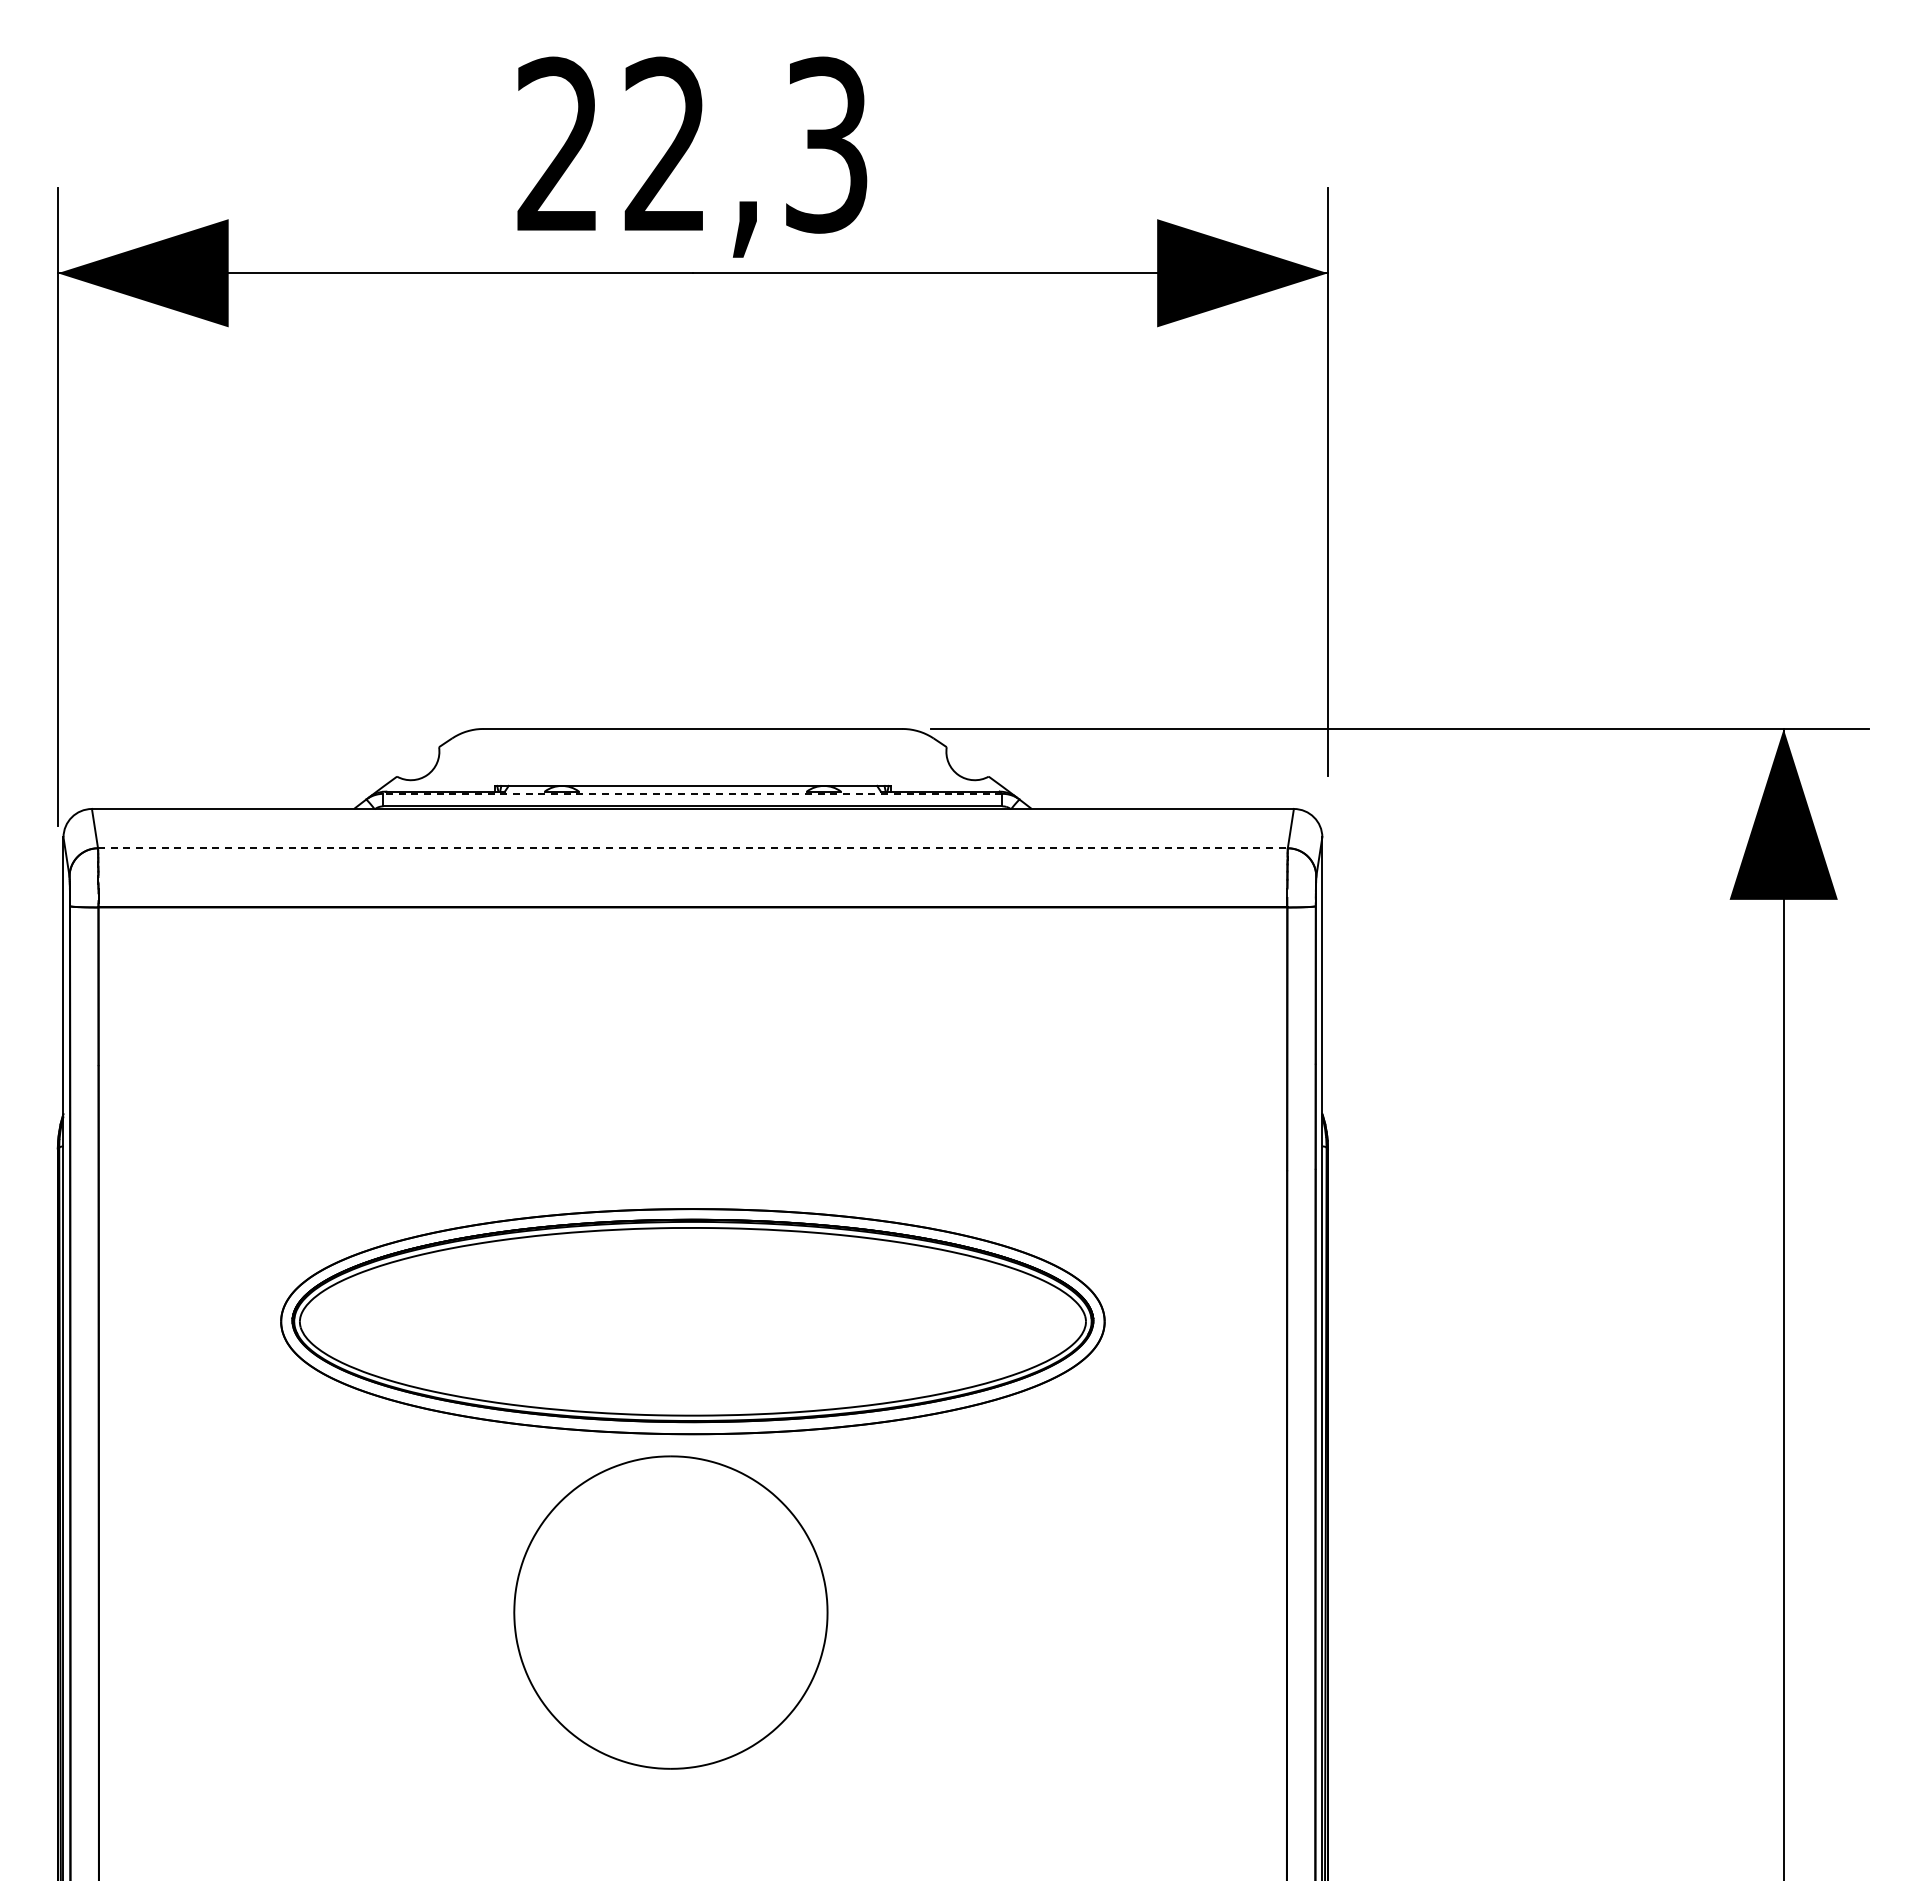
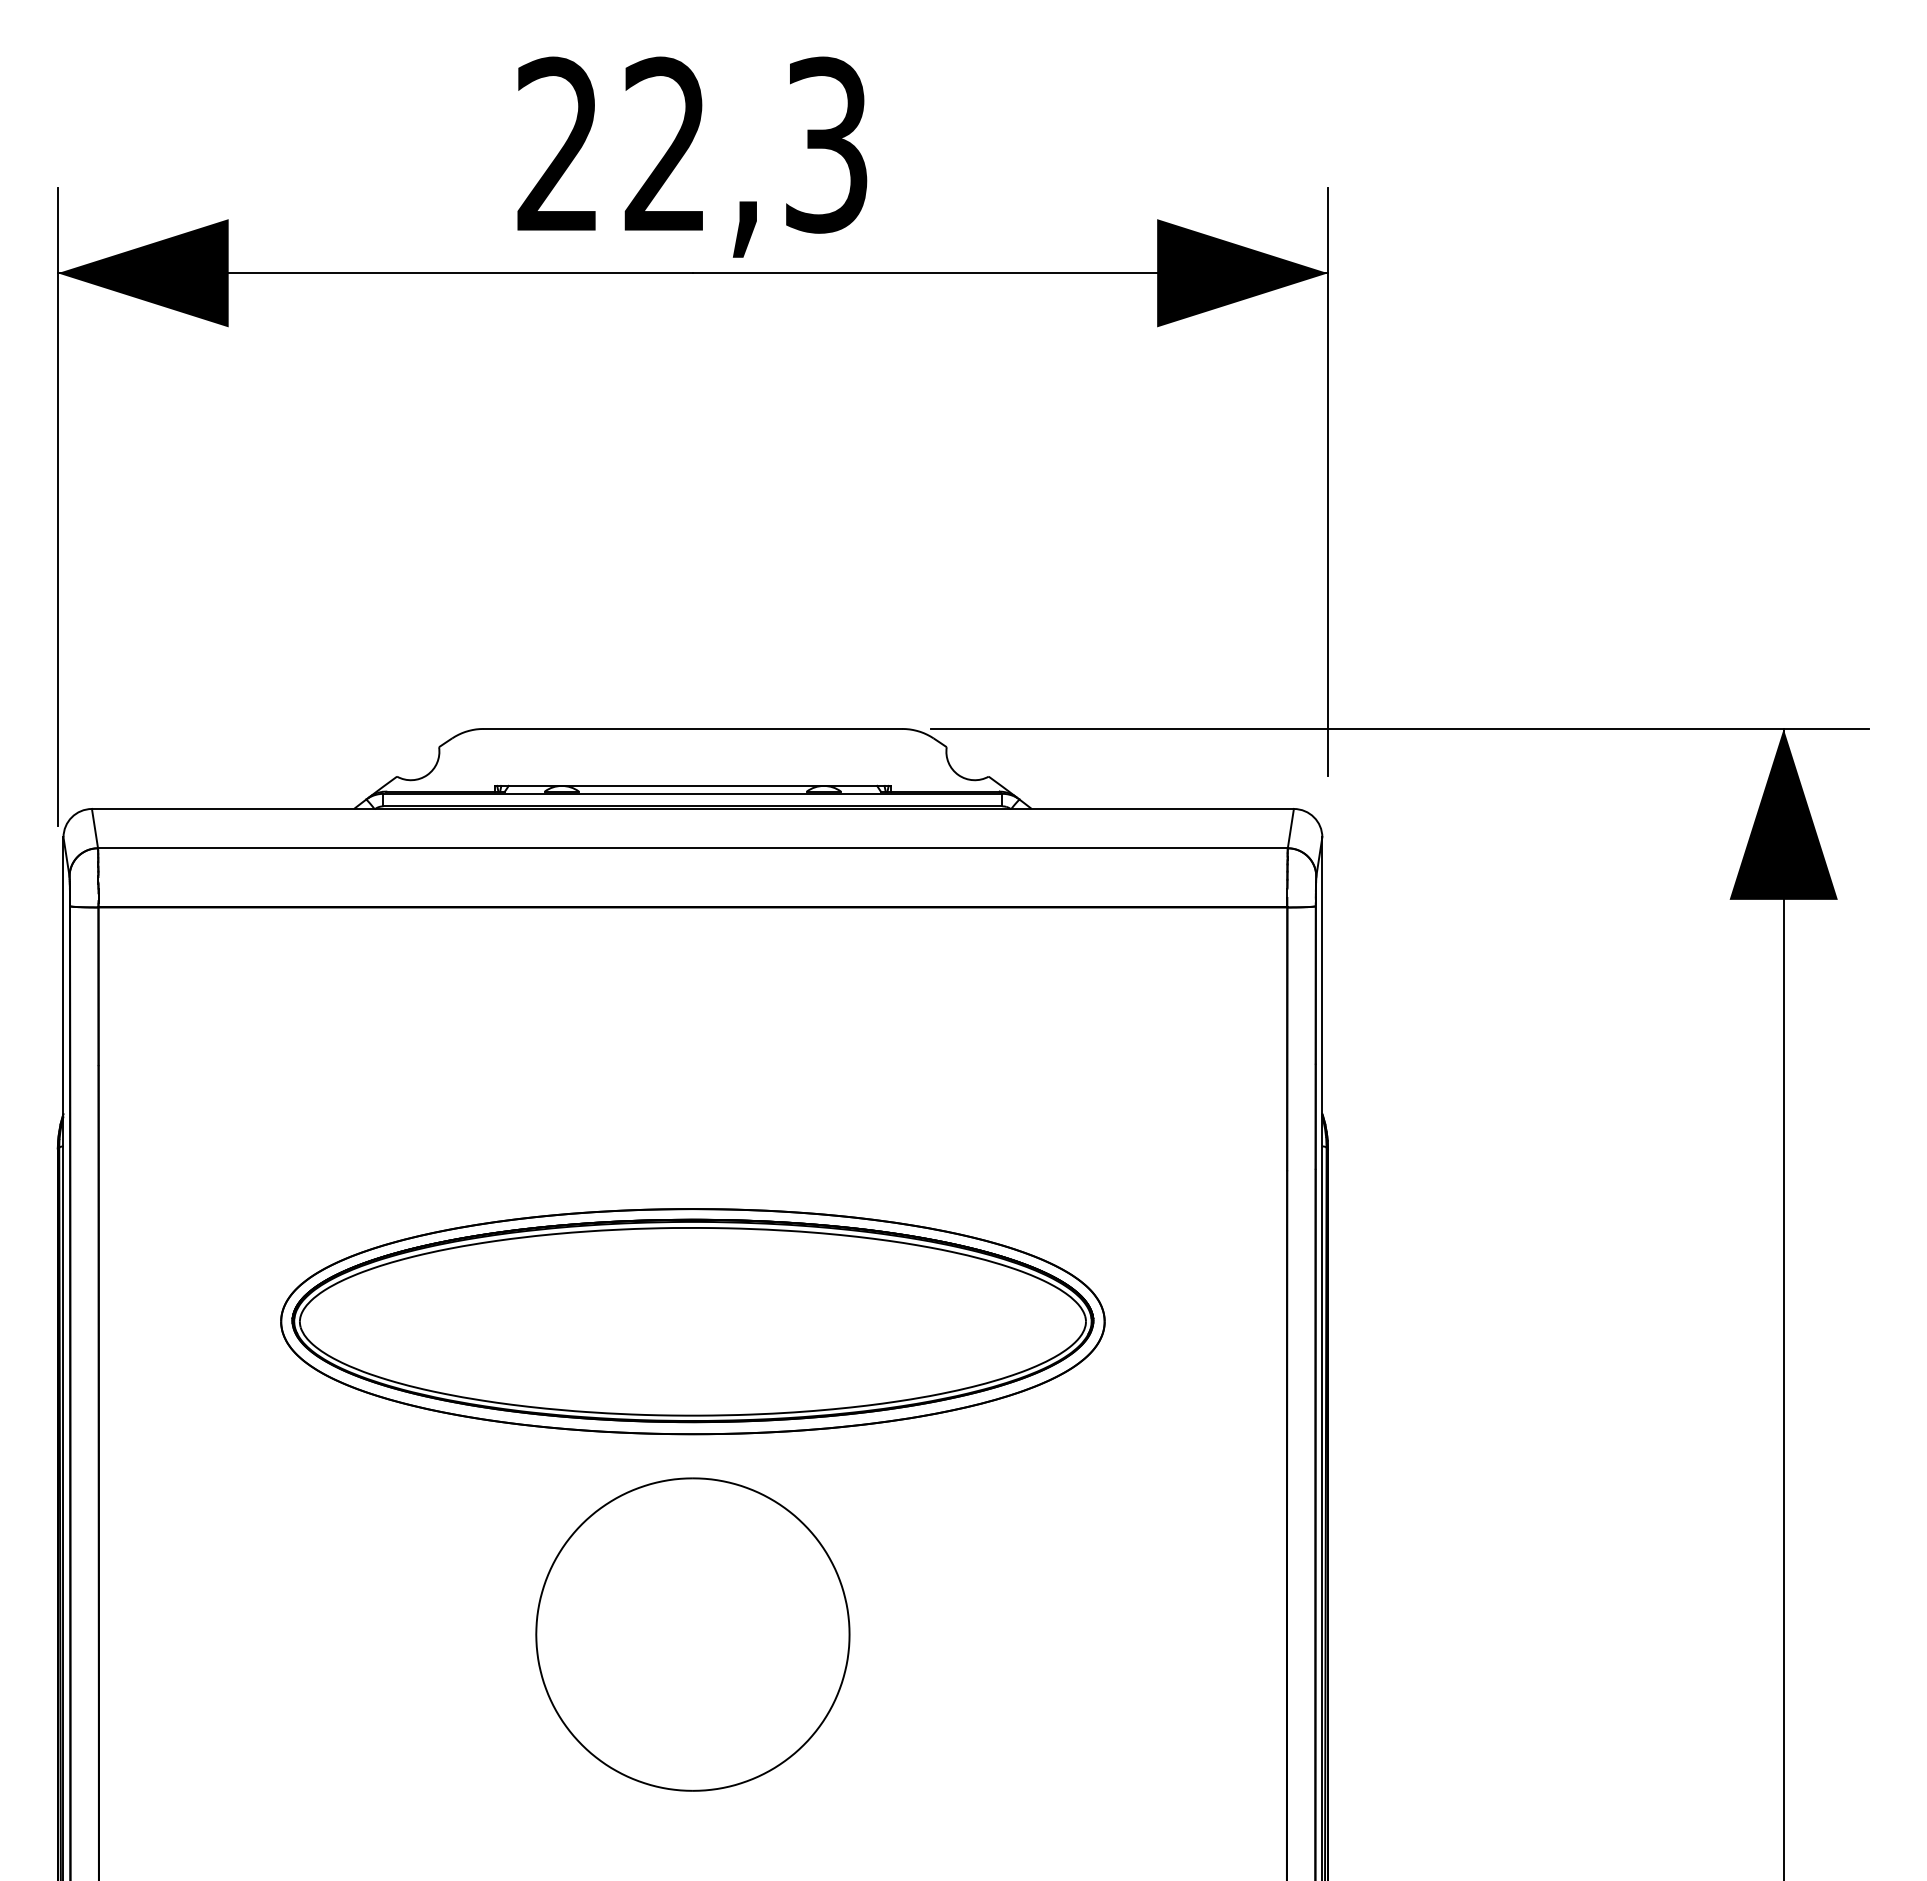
line at (692, 793): dashed -> solid
line at (692, 848): dashed -> solid
part at (670, 1612) position: (670, 1612) -> (692, 1634)
